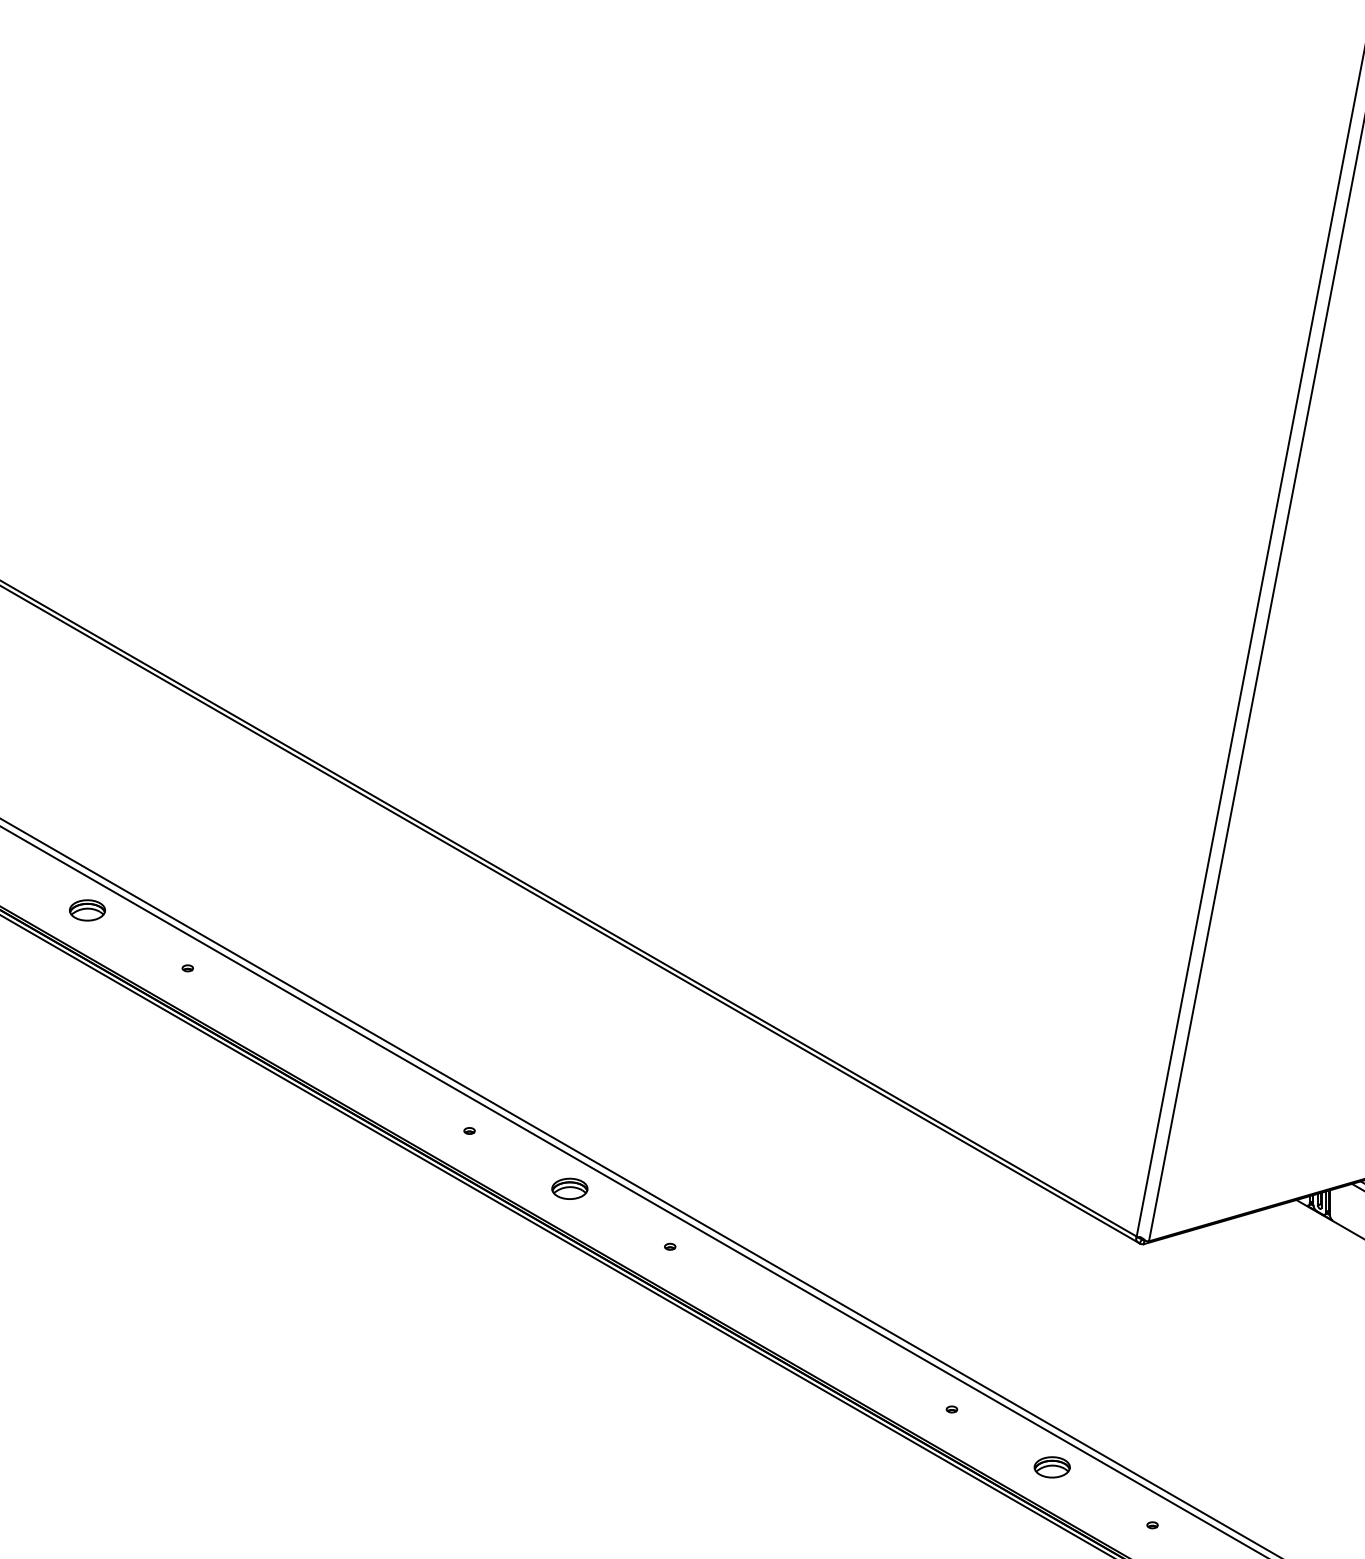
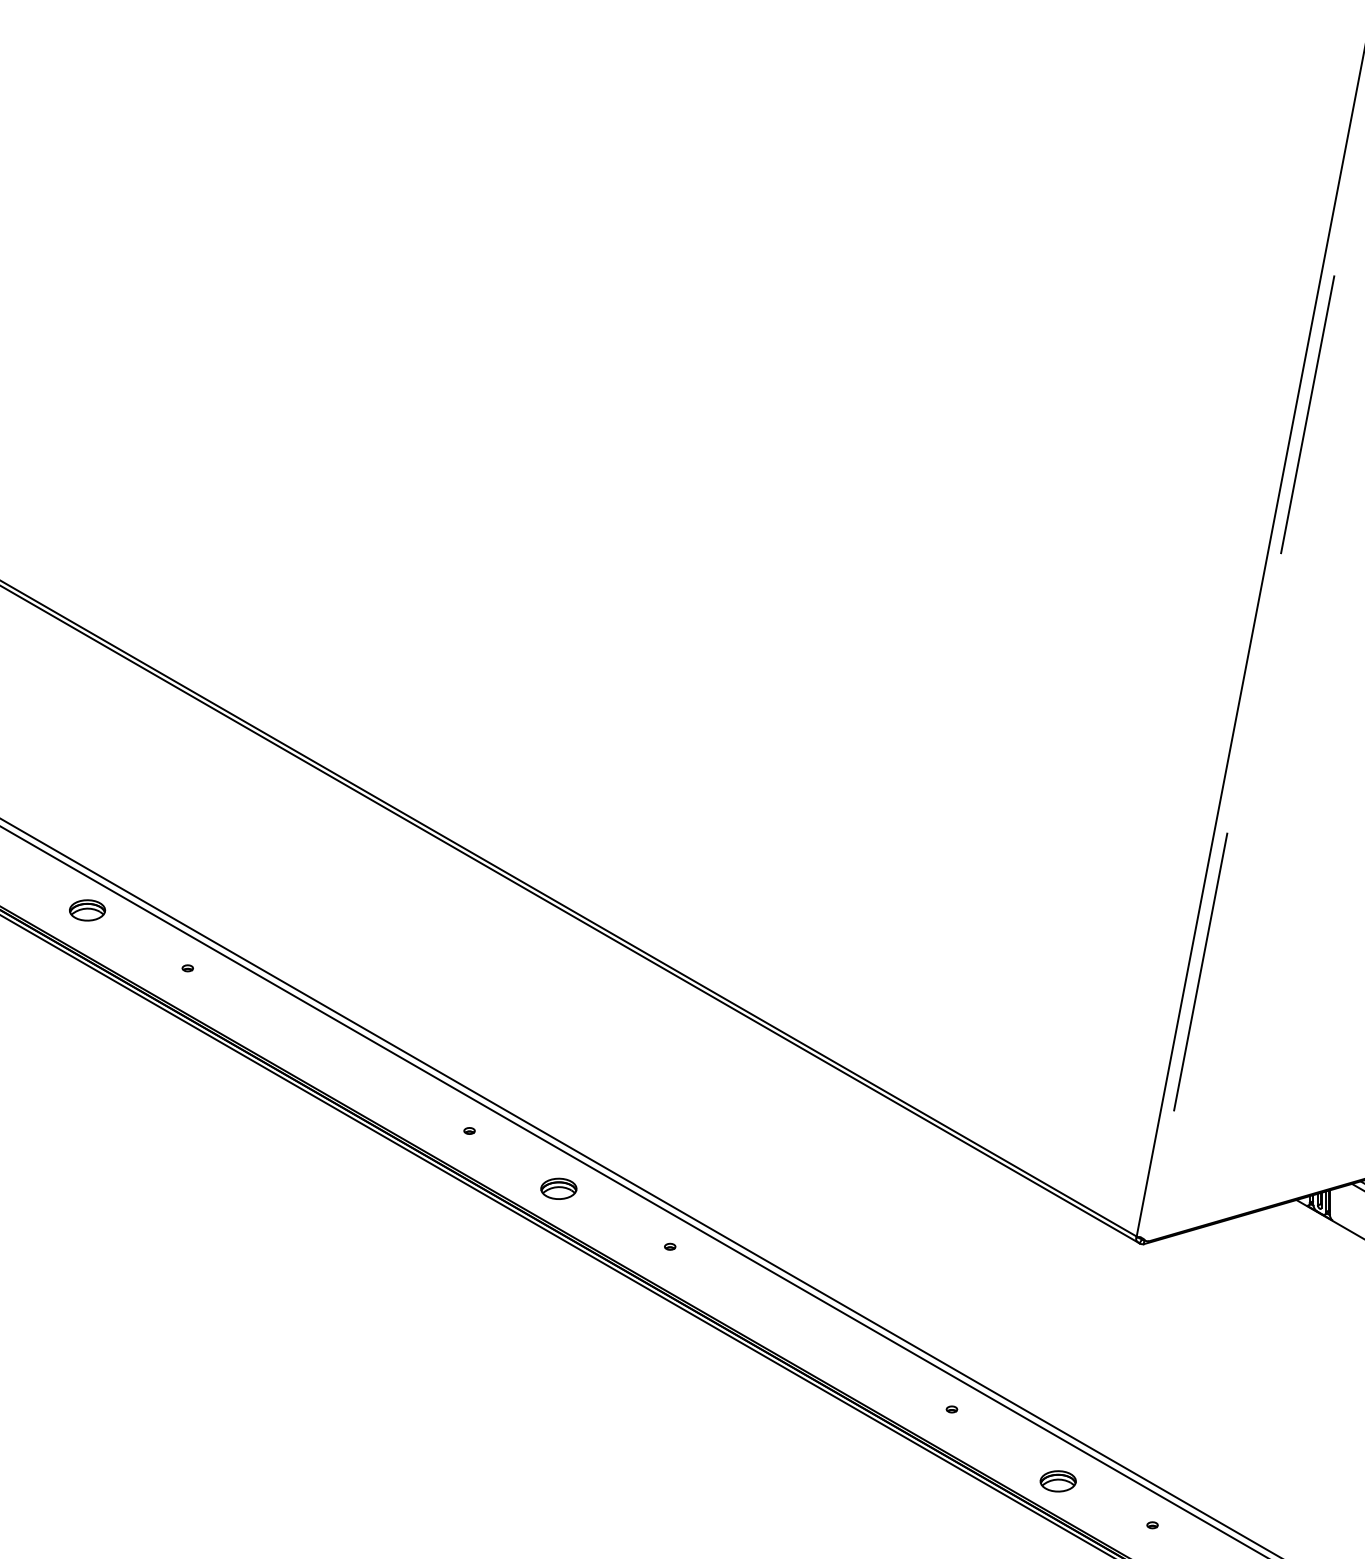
line at (1256, 679): solid -> dashed
part at (569, 1188) position: (569, 1188) -> (558, 1188)
part at (1051, 1467) position: (1051, 1467) -> (1057, 1481)
